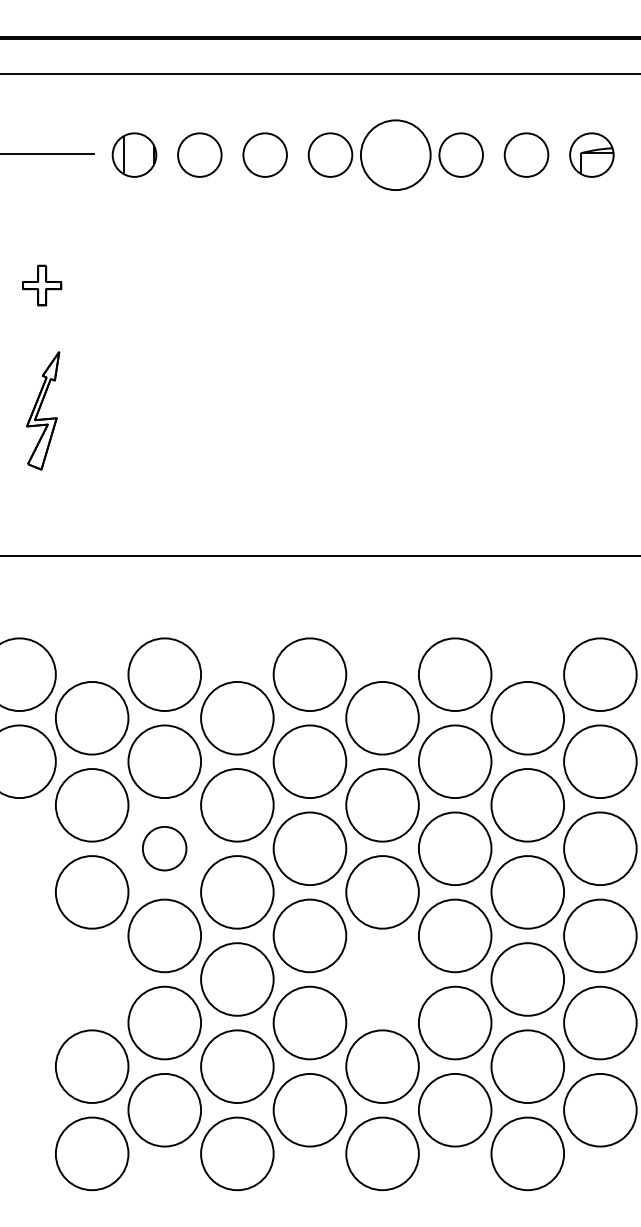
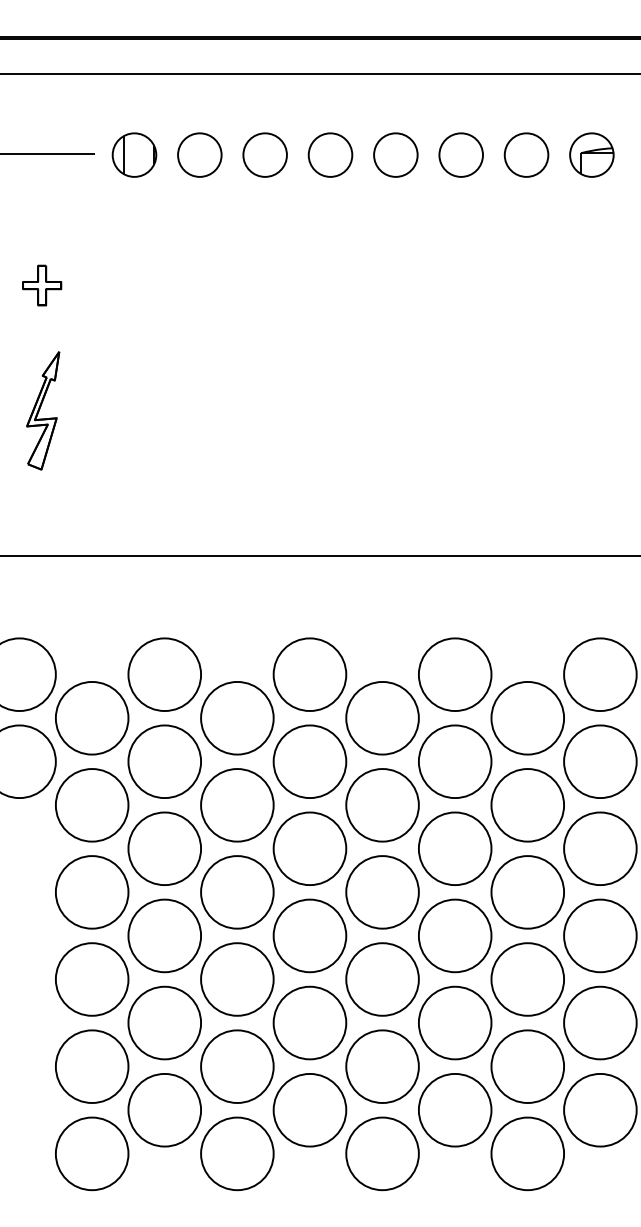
part at (395, 154) size: 72x72 px -> 46x46 px
part at (164, 848) size: 46x46 px -> 75x75 px
part at (92, 979): none -> present
part at (382, 979): none -> present
